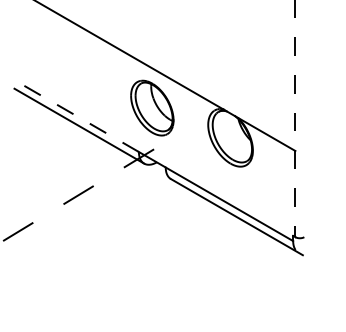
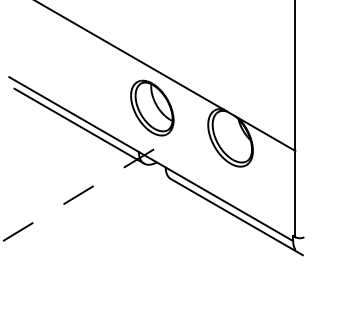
line at (74, 114): dashed -> solid
line at (295, 119): dashed -> solid
